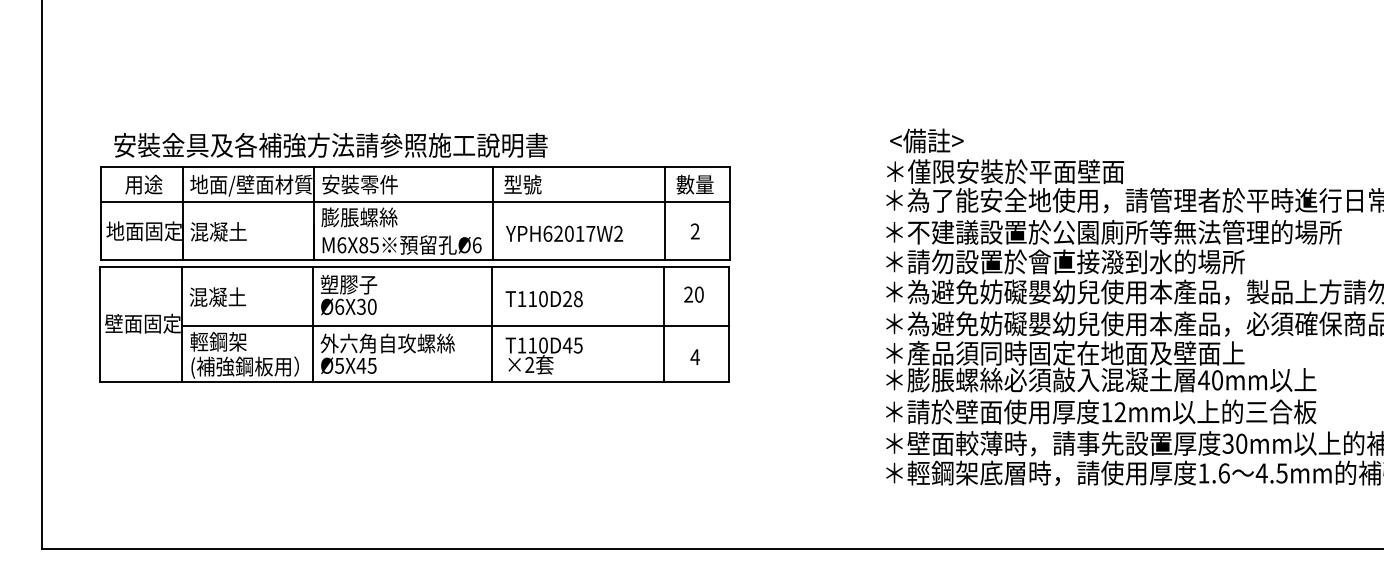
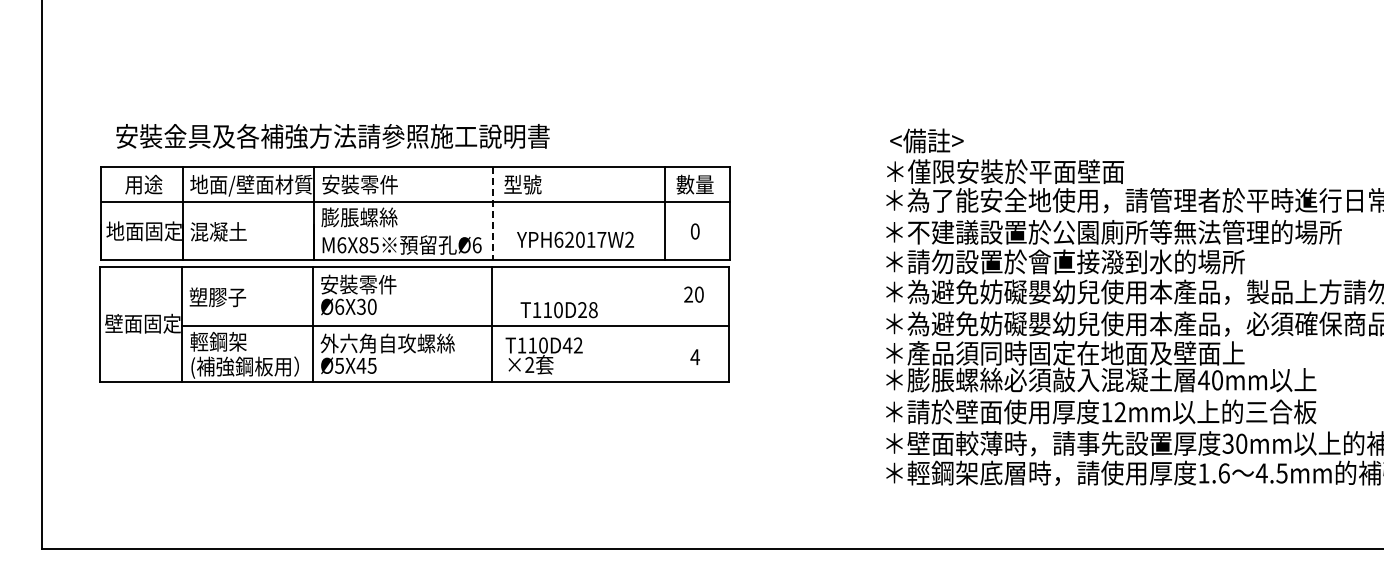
text at (330, 145) position: (330, 145) -> (332, 136)
line at (492, 213): solid -> dashed
text at (694, 231): 2 -> 0
text at (564, 233) position: (564, 233) -> (575, 239)
text at (358, 284): 塑膠子 -> 安裝零件
text at (217, 297): 混凝土 -> 塑膠子
text at (543, 299) position: (543, 299) -> (558, 310)
line at (664, 324): present -> none
text at (577, 345): T110D45 -> T110D42
